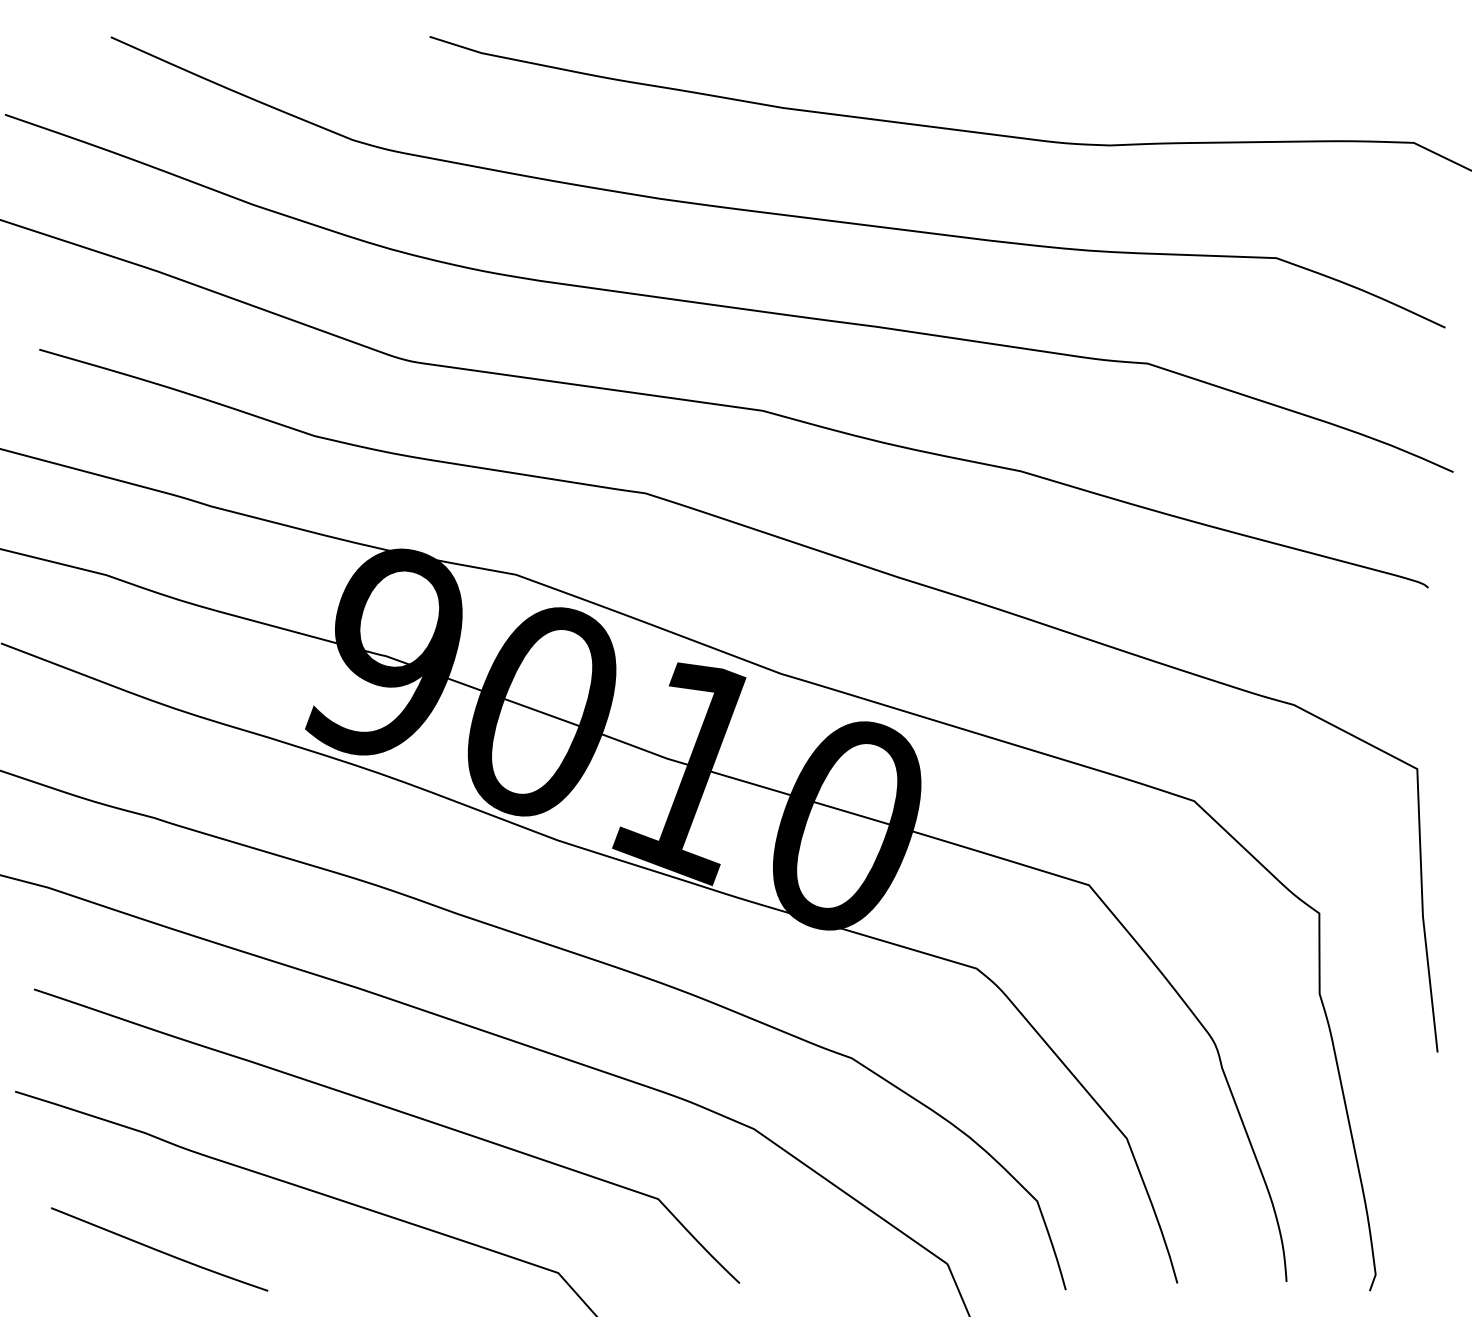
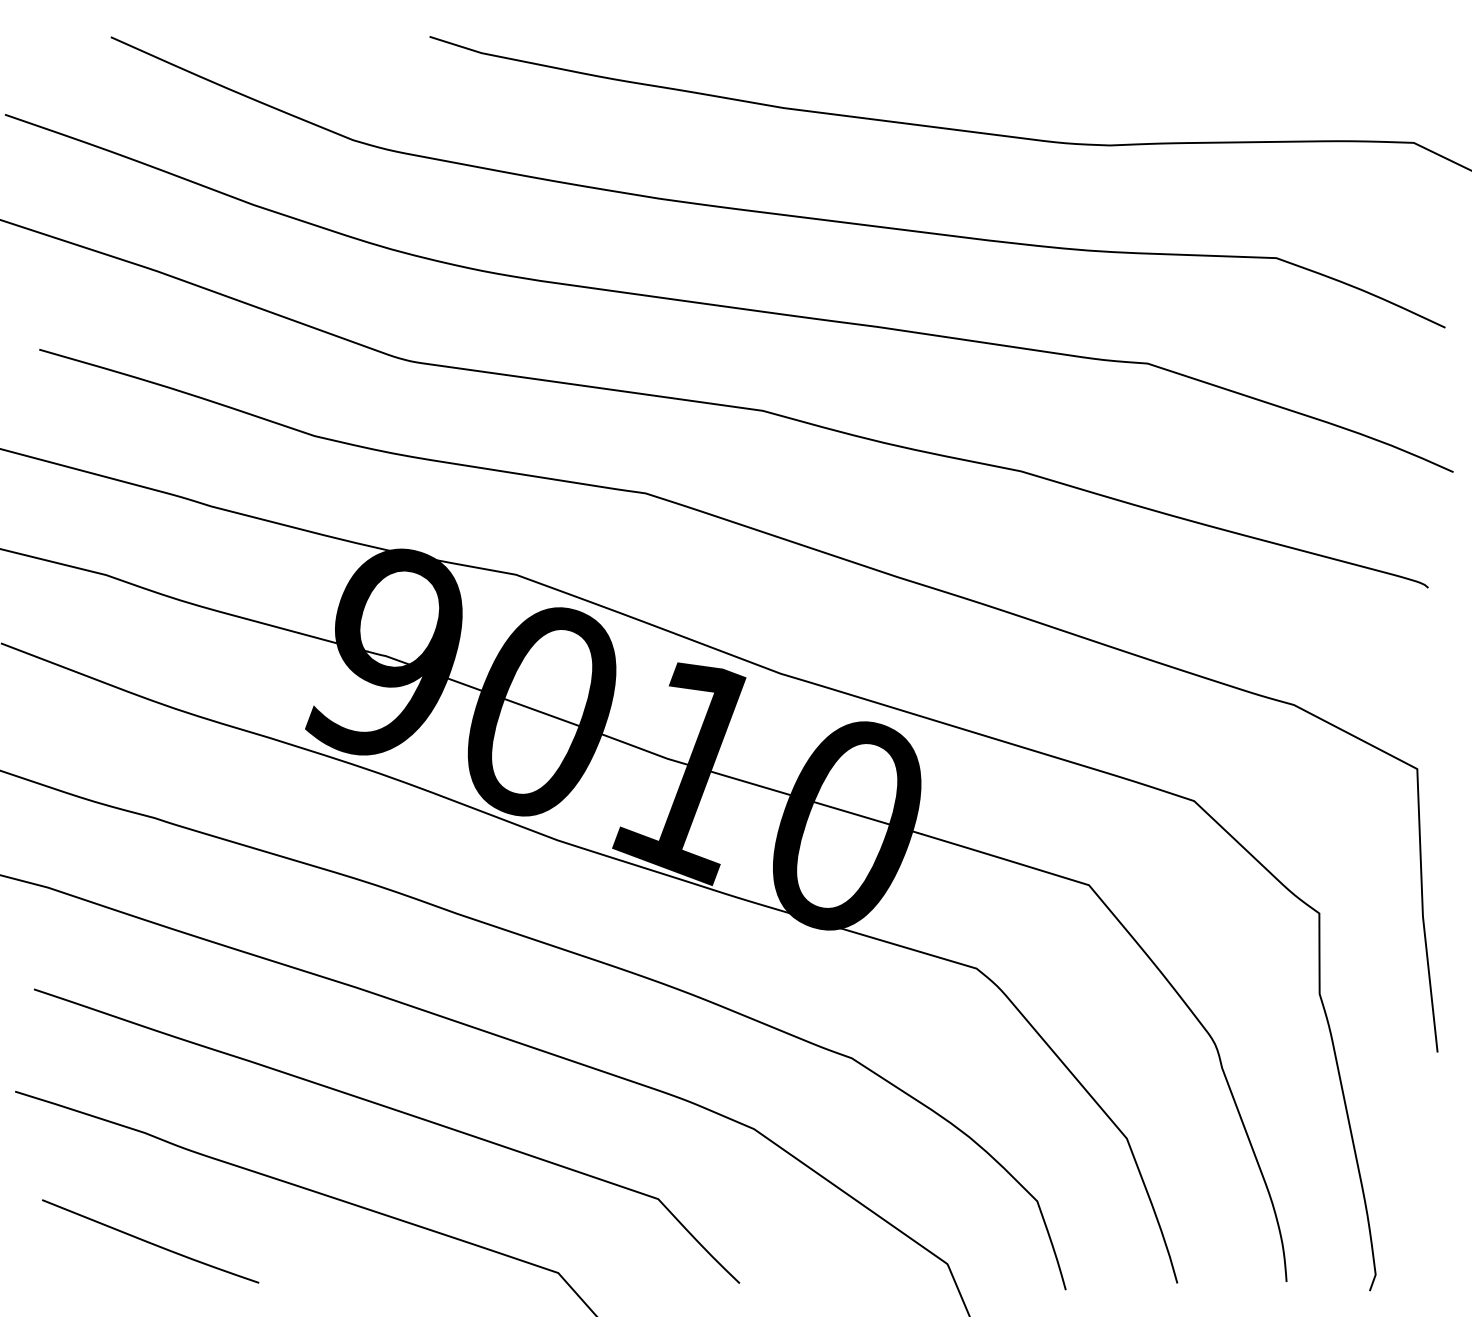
curve at (158, 1249) position: (158, 1249) -> (149, 1241)
